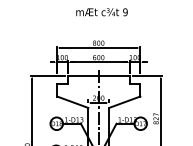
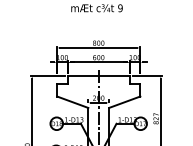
text at (101, 12) position: (101, 12) -> (96, 8)
